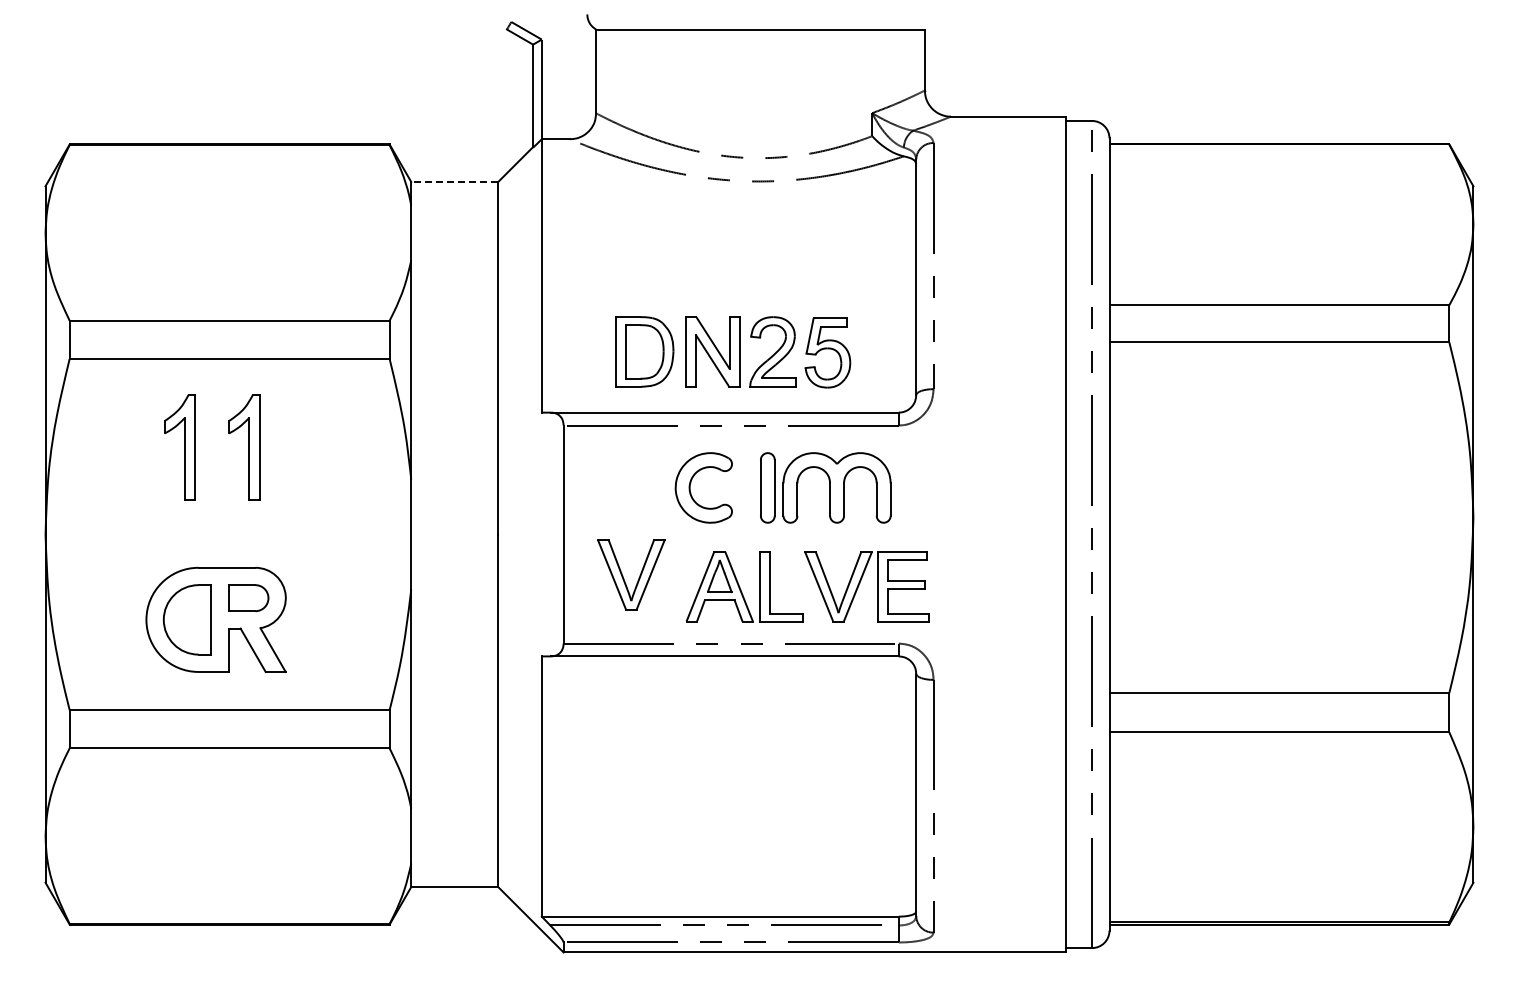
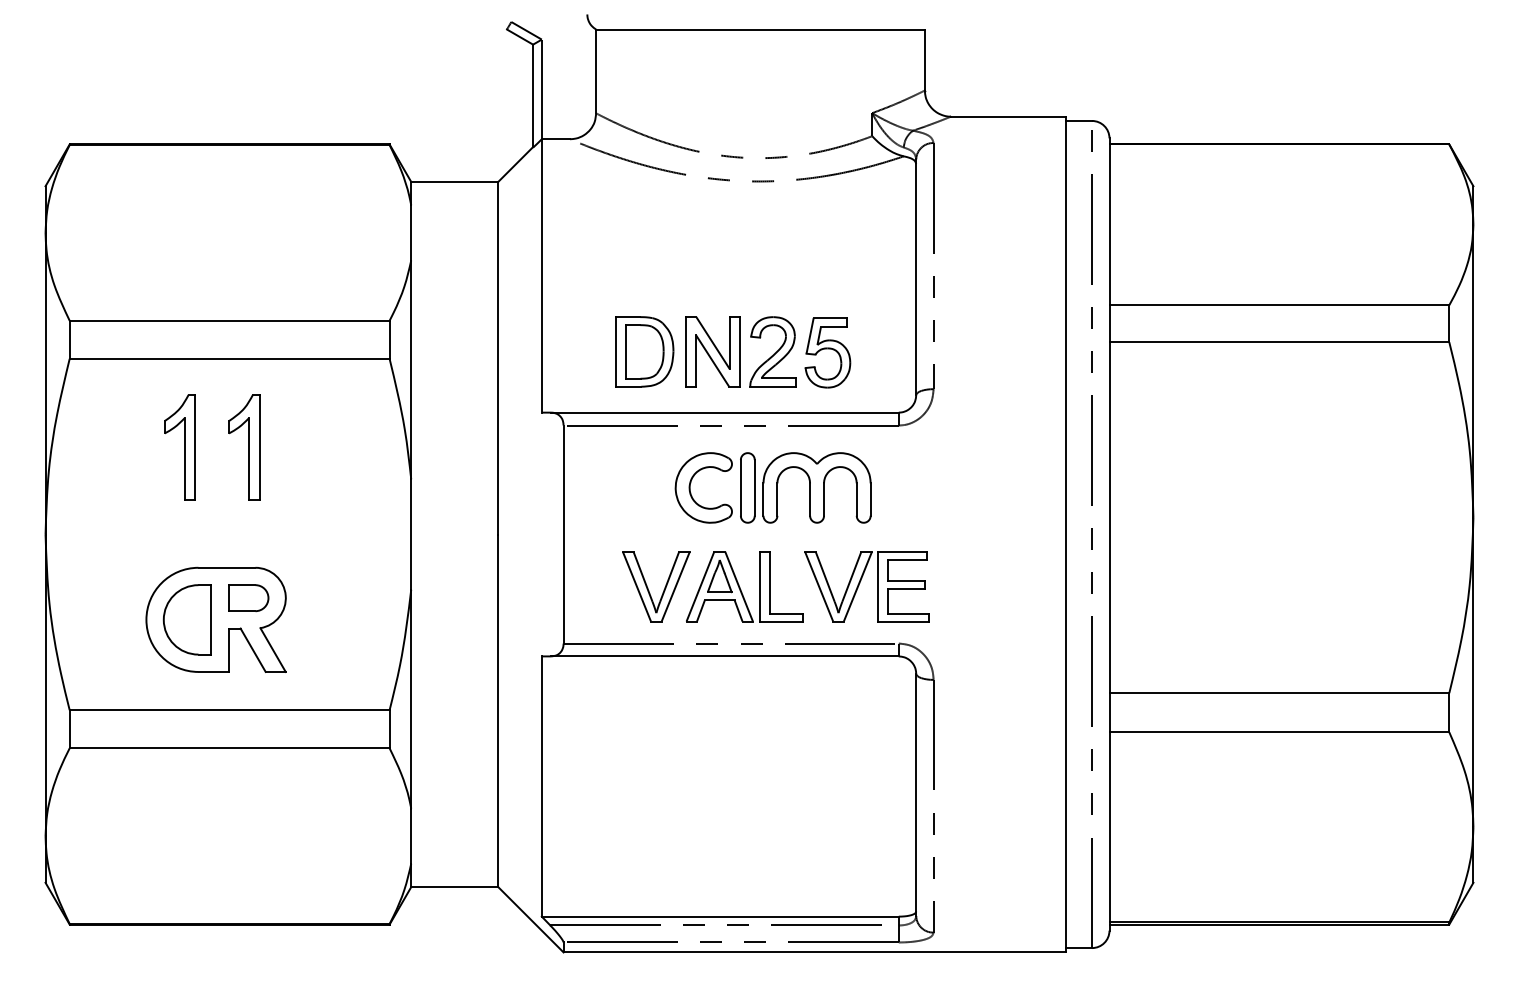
line at (454, 181): dashed -> solid
part at (825, 487) position: (825, 487) -> (805, 487)
part at (638, 577) position: (638, 577) -> (663, 589)
